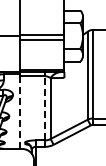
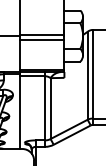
line at (45, 107): dashed -> solid
line at (20, 113): dashed -> solid
